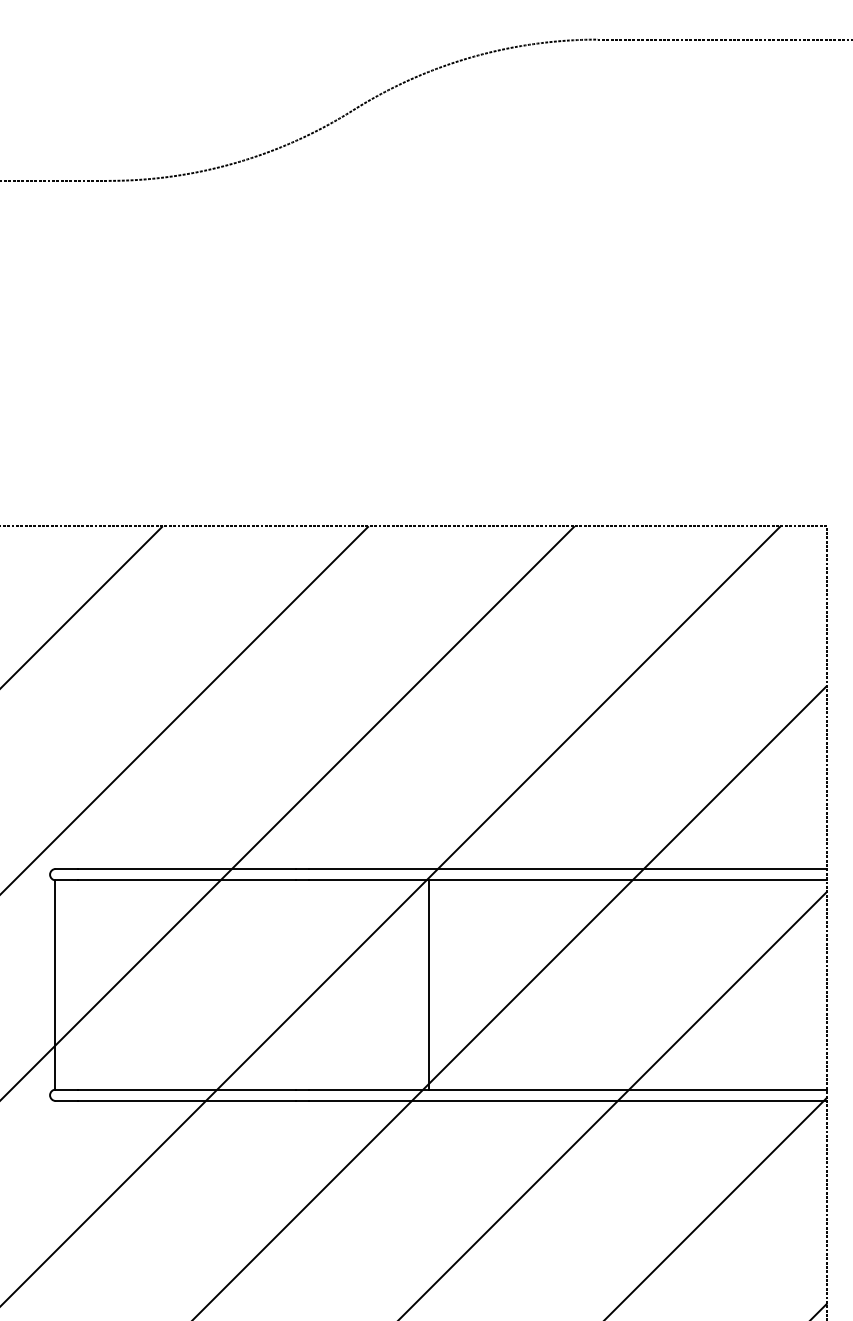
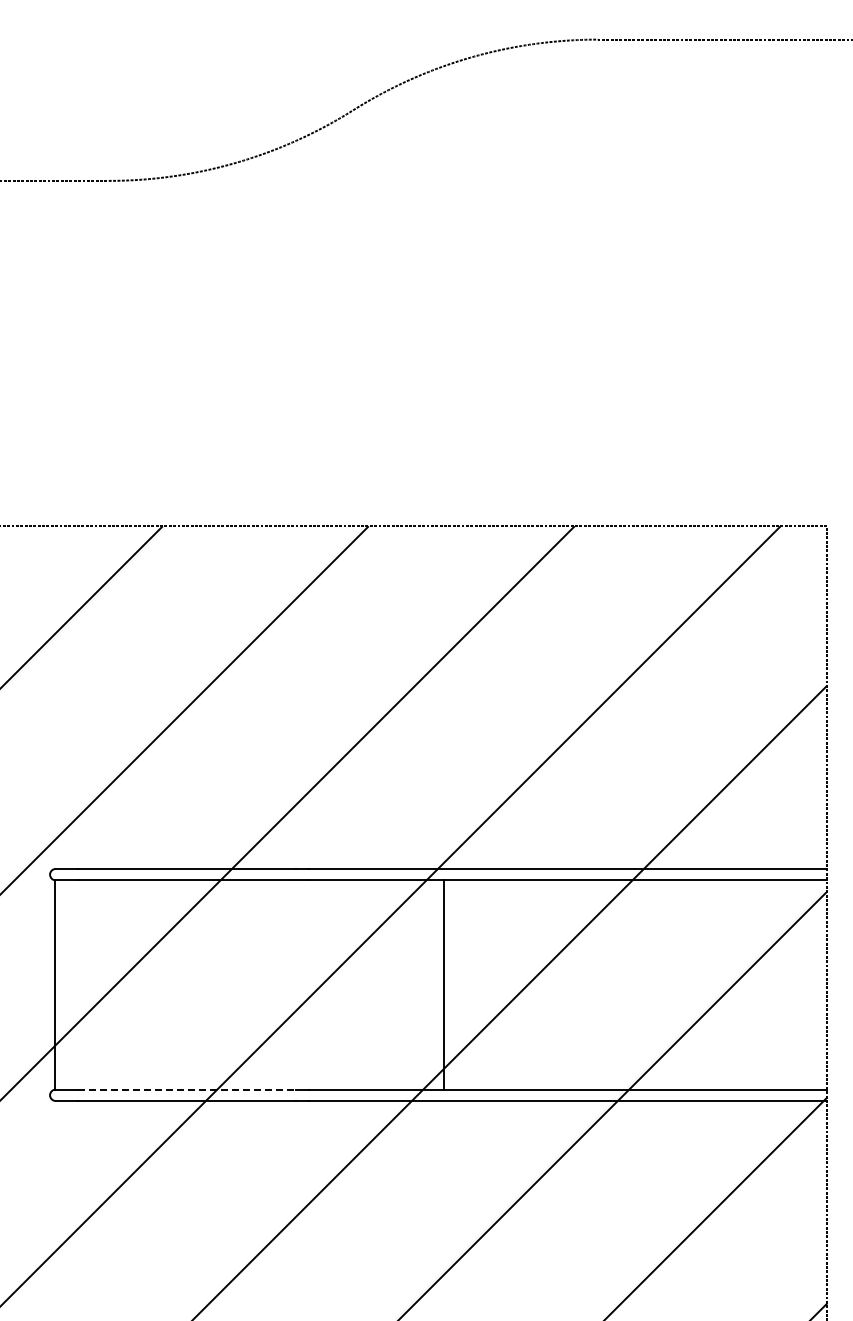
line at (429, 984) position: (429, 984) -> (444, 984)
line at (187, 1089): solid -> dashed
